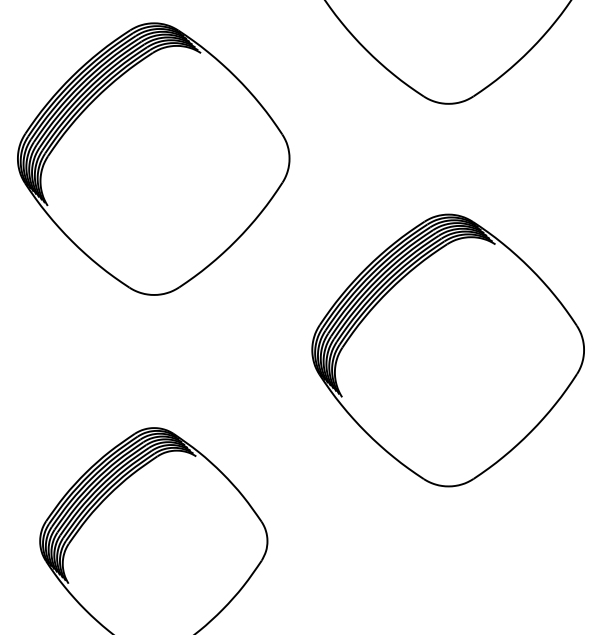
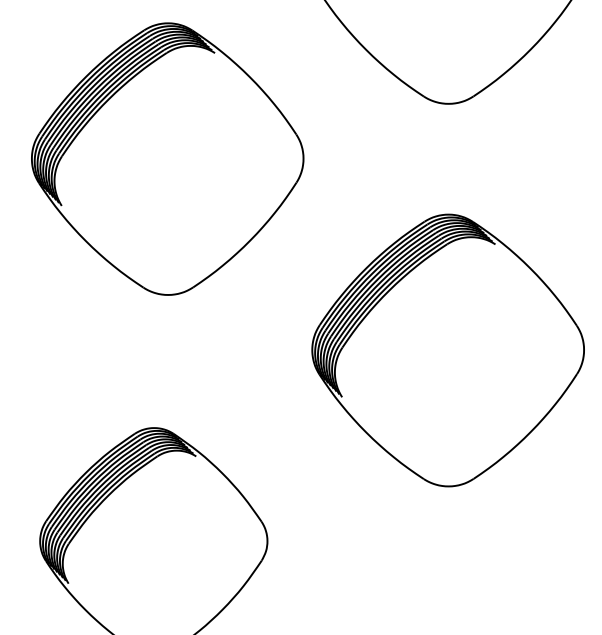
part at (153, 158) position: (153, 158) -> (167, 158)
